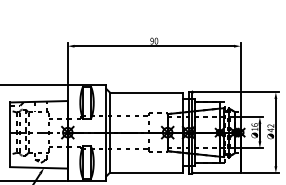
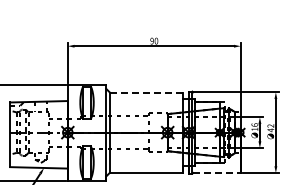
line at (146, 92): solid -> dashed
line at (216, 173): solid -> dashed
